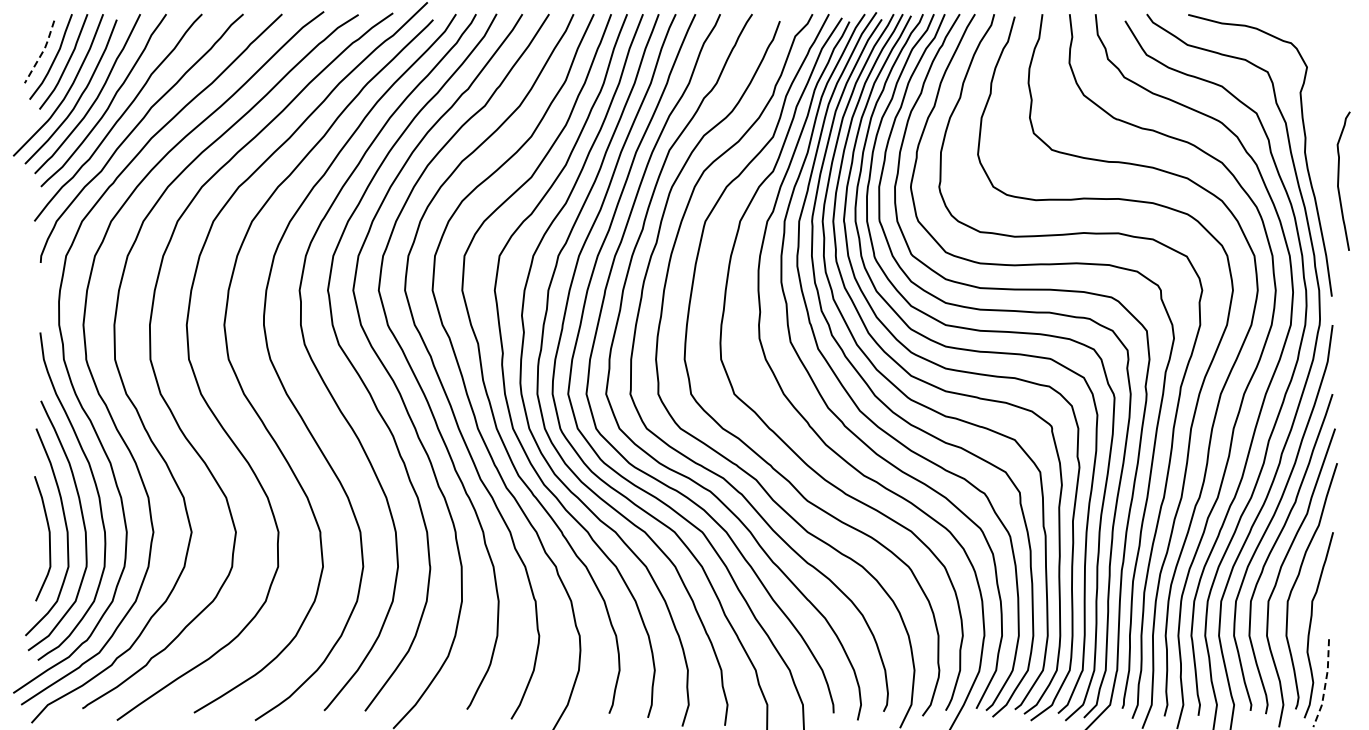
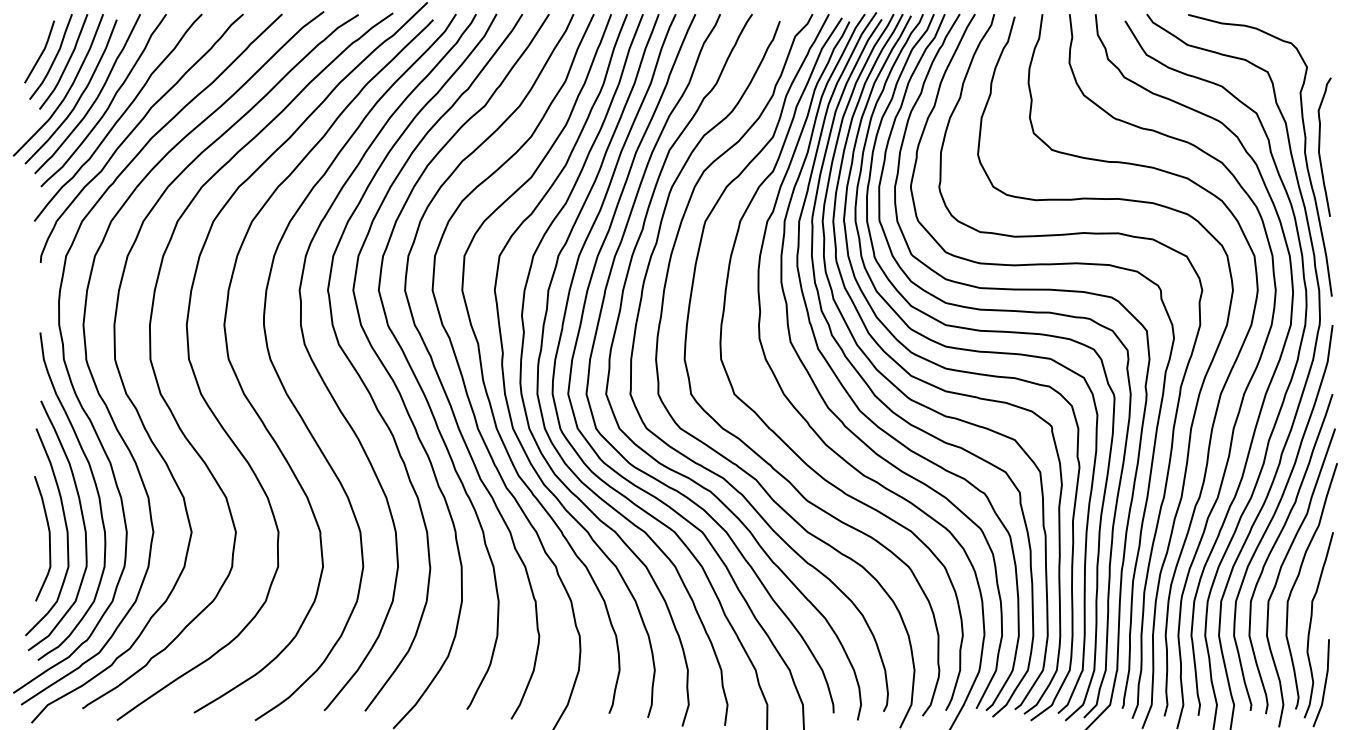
line at (42, 52): dashed -> solid
curve at (1339, 180) position: (1339, 180) -> (1320, 146)
line at (1325, 683): dashed -> solid
